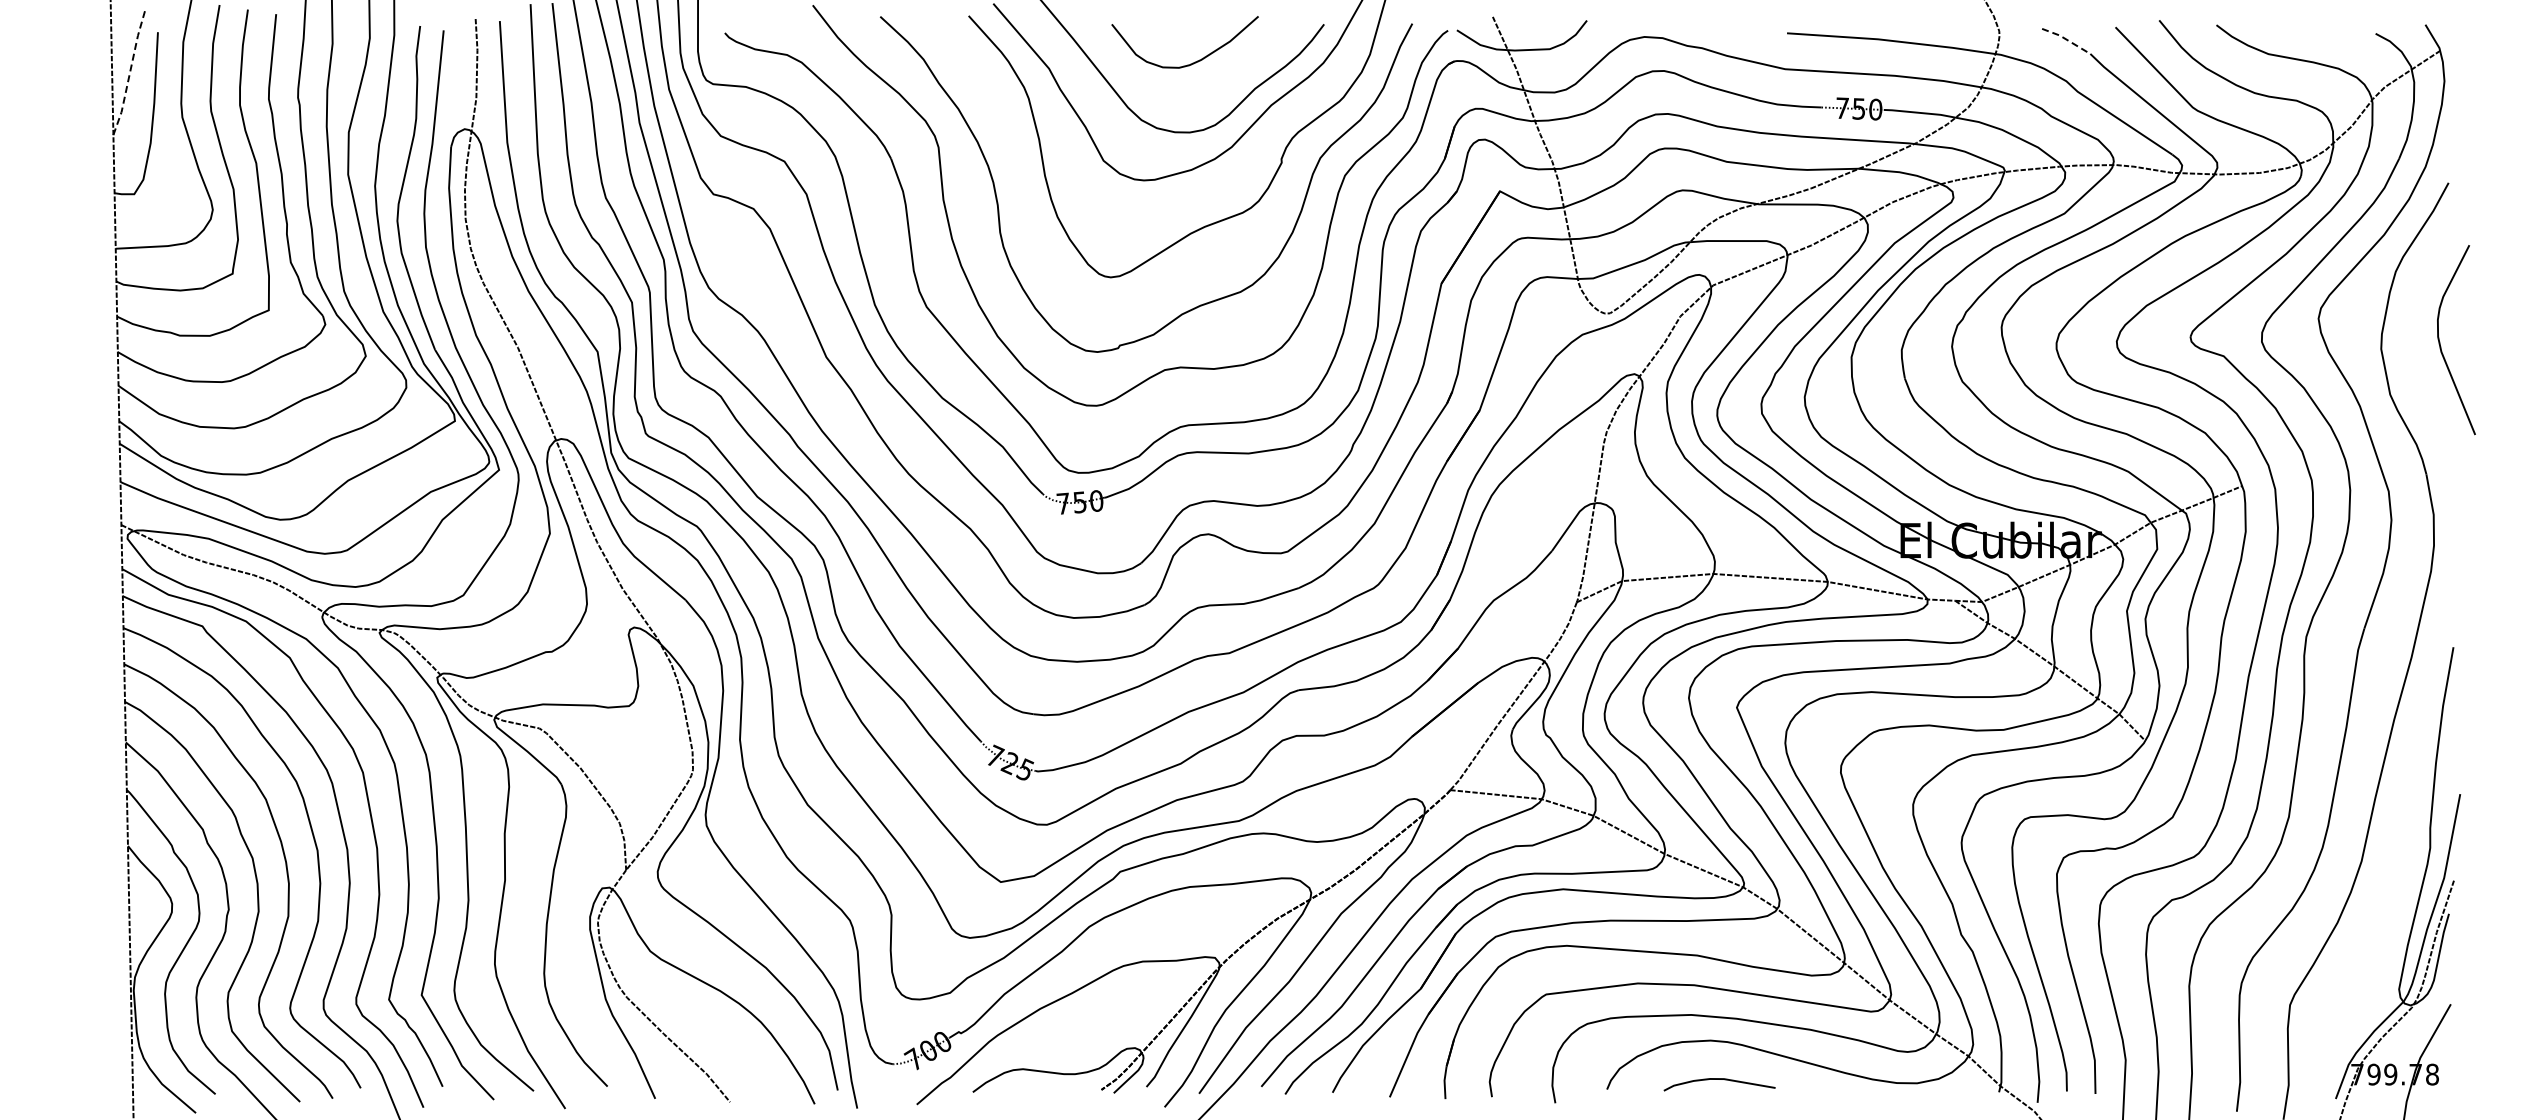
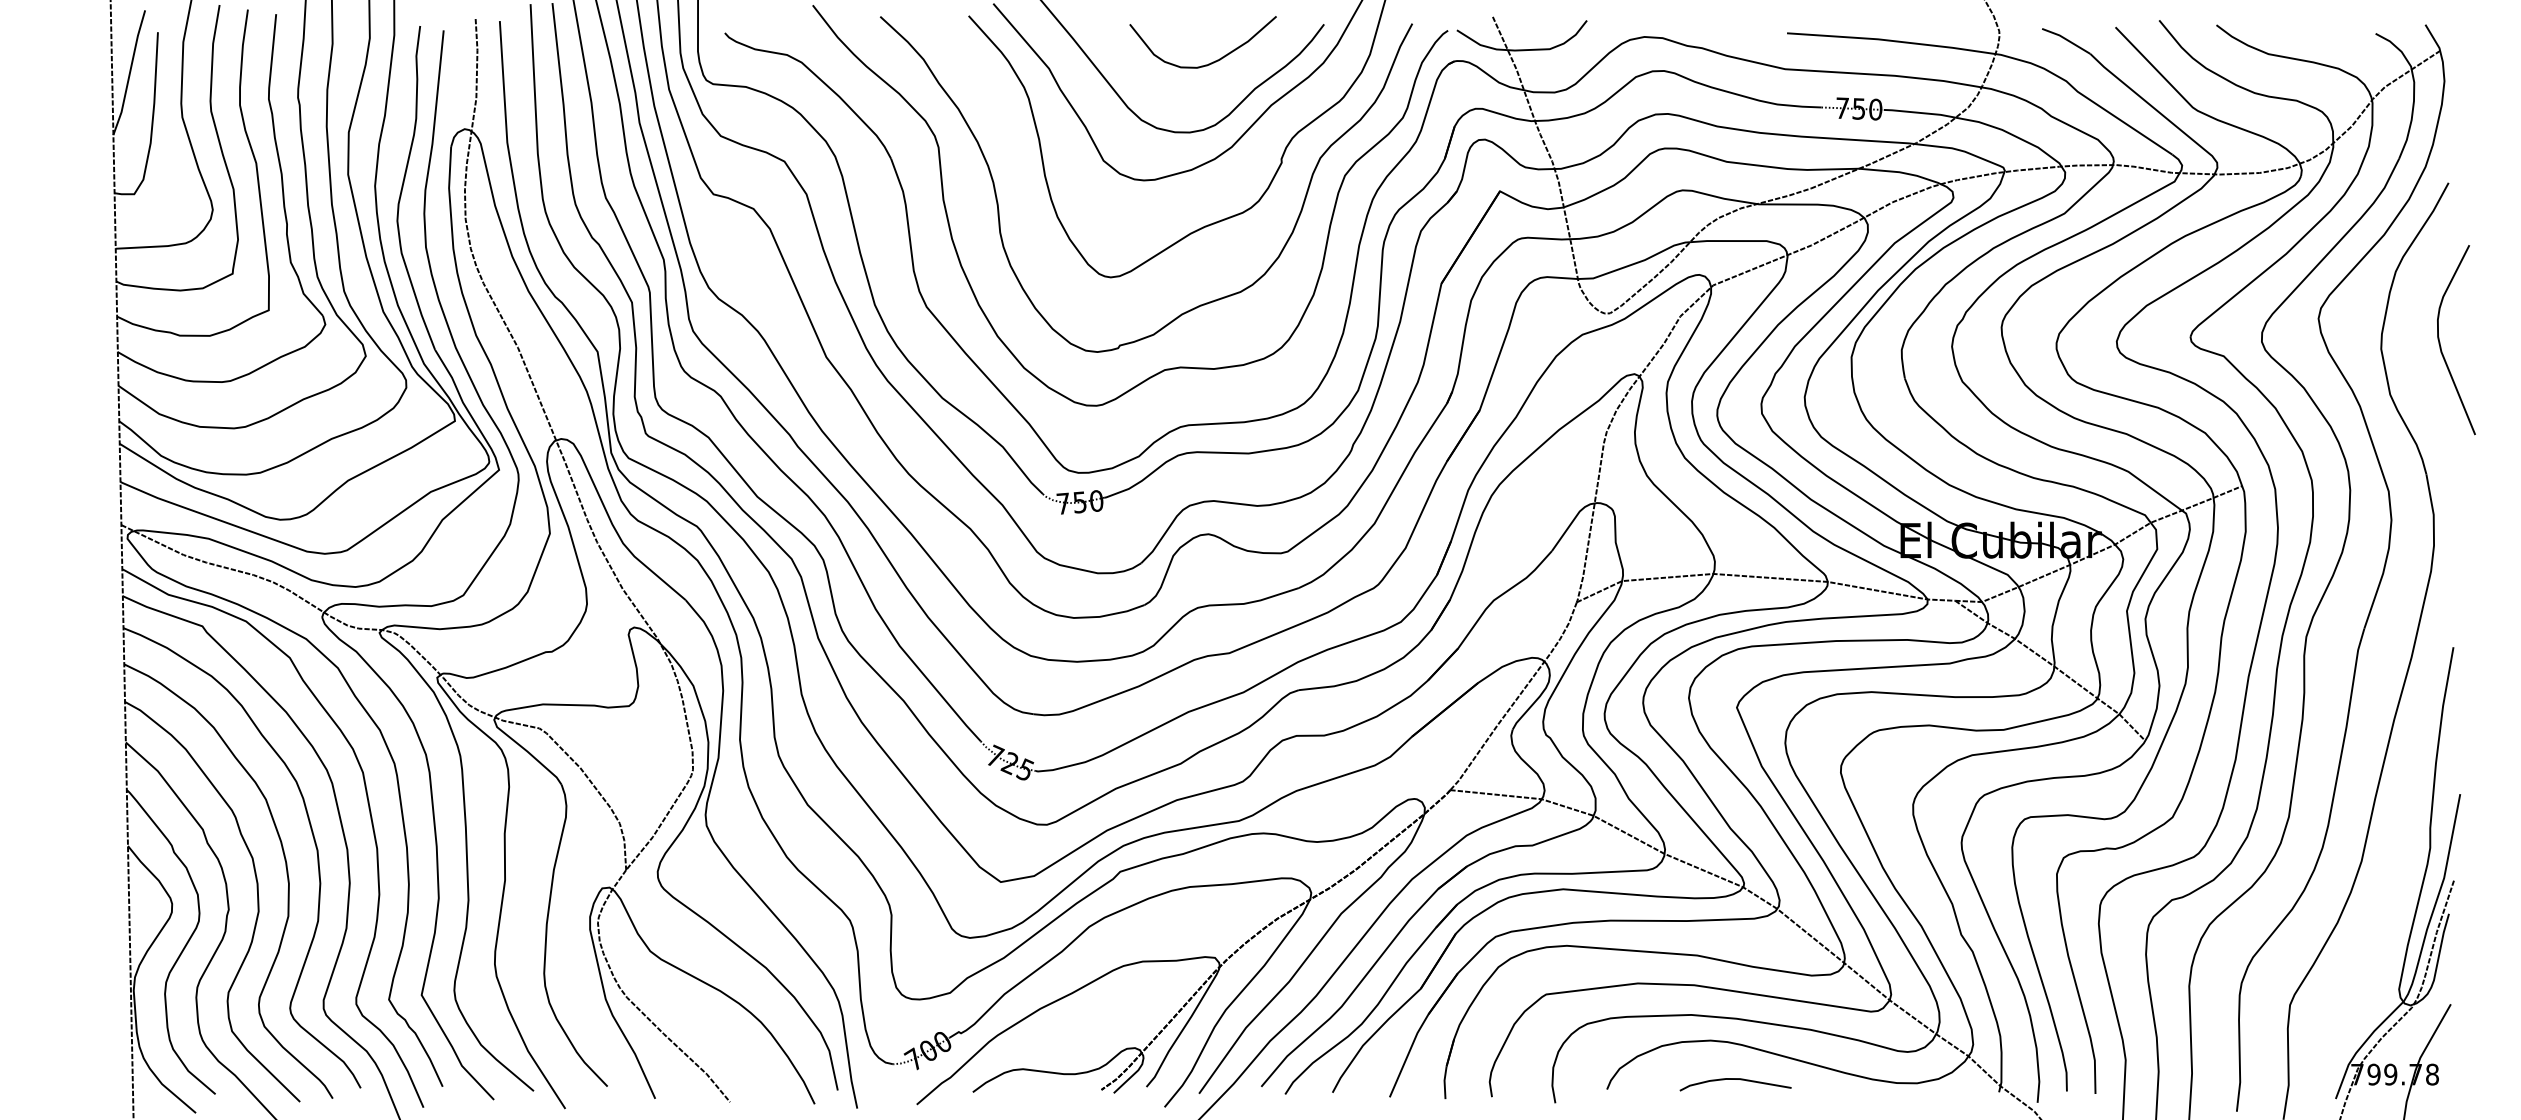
line at (2066, 39): dashed -> solid
curve at (1192, 62) position: (1192, 62) -> (1210, 62)
line at (130, 72): dashed -> solid
curve at (1719, 1079) position: (1719, 1079) -> (1735, 1079)
